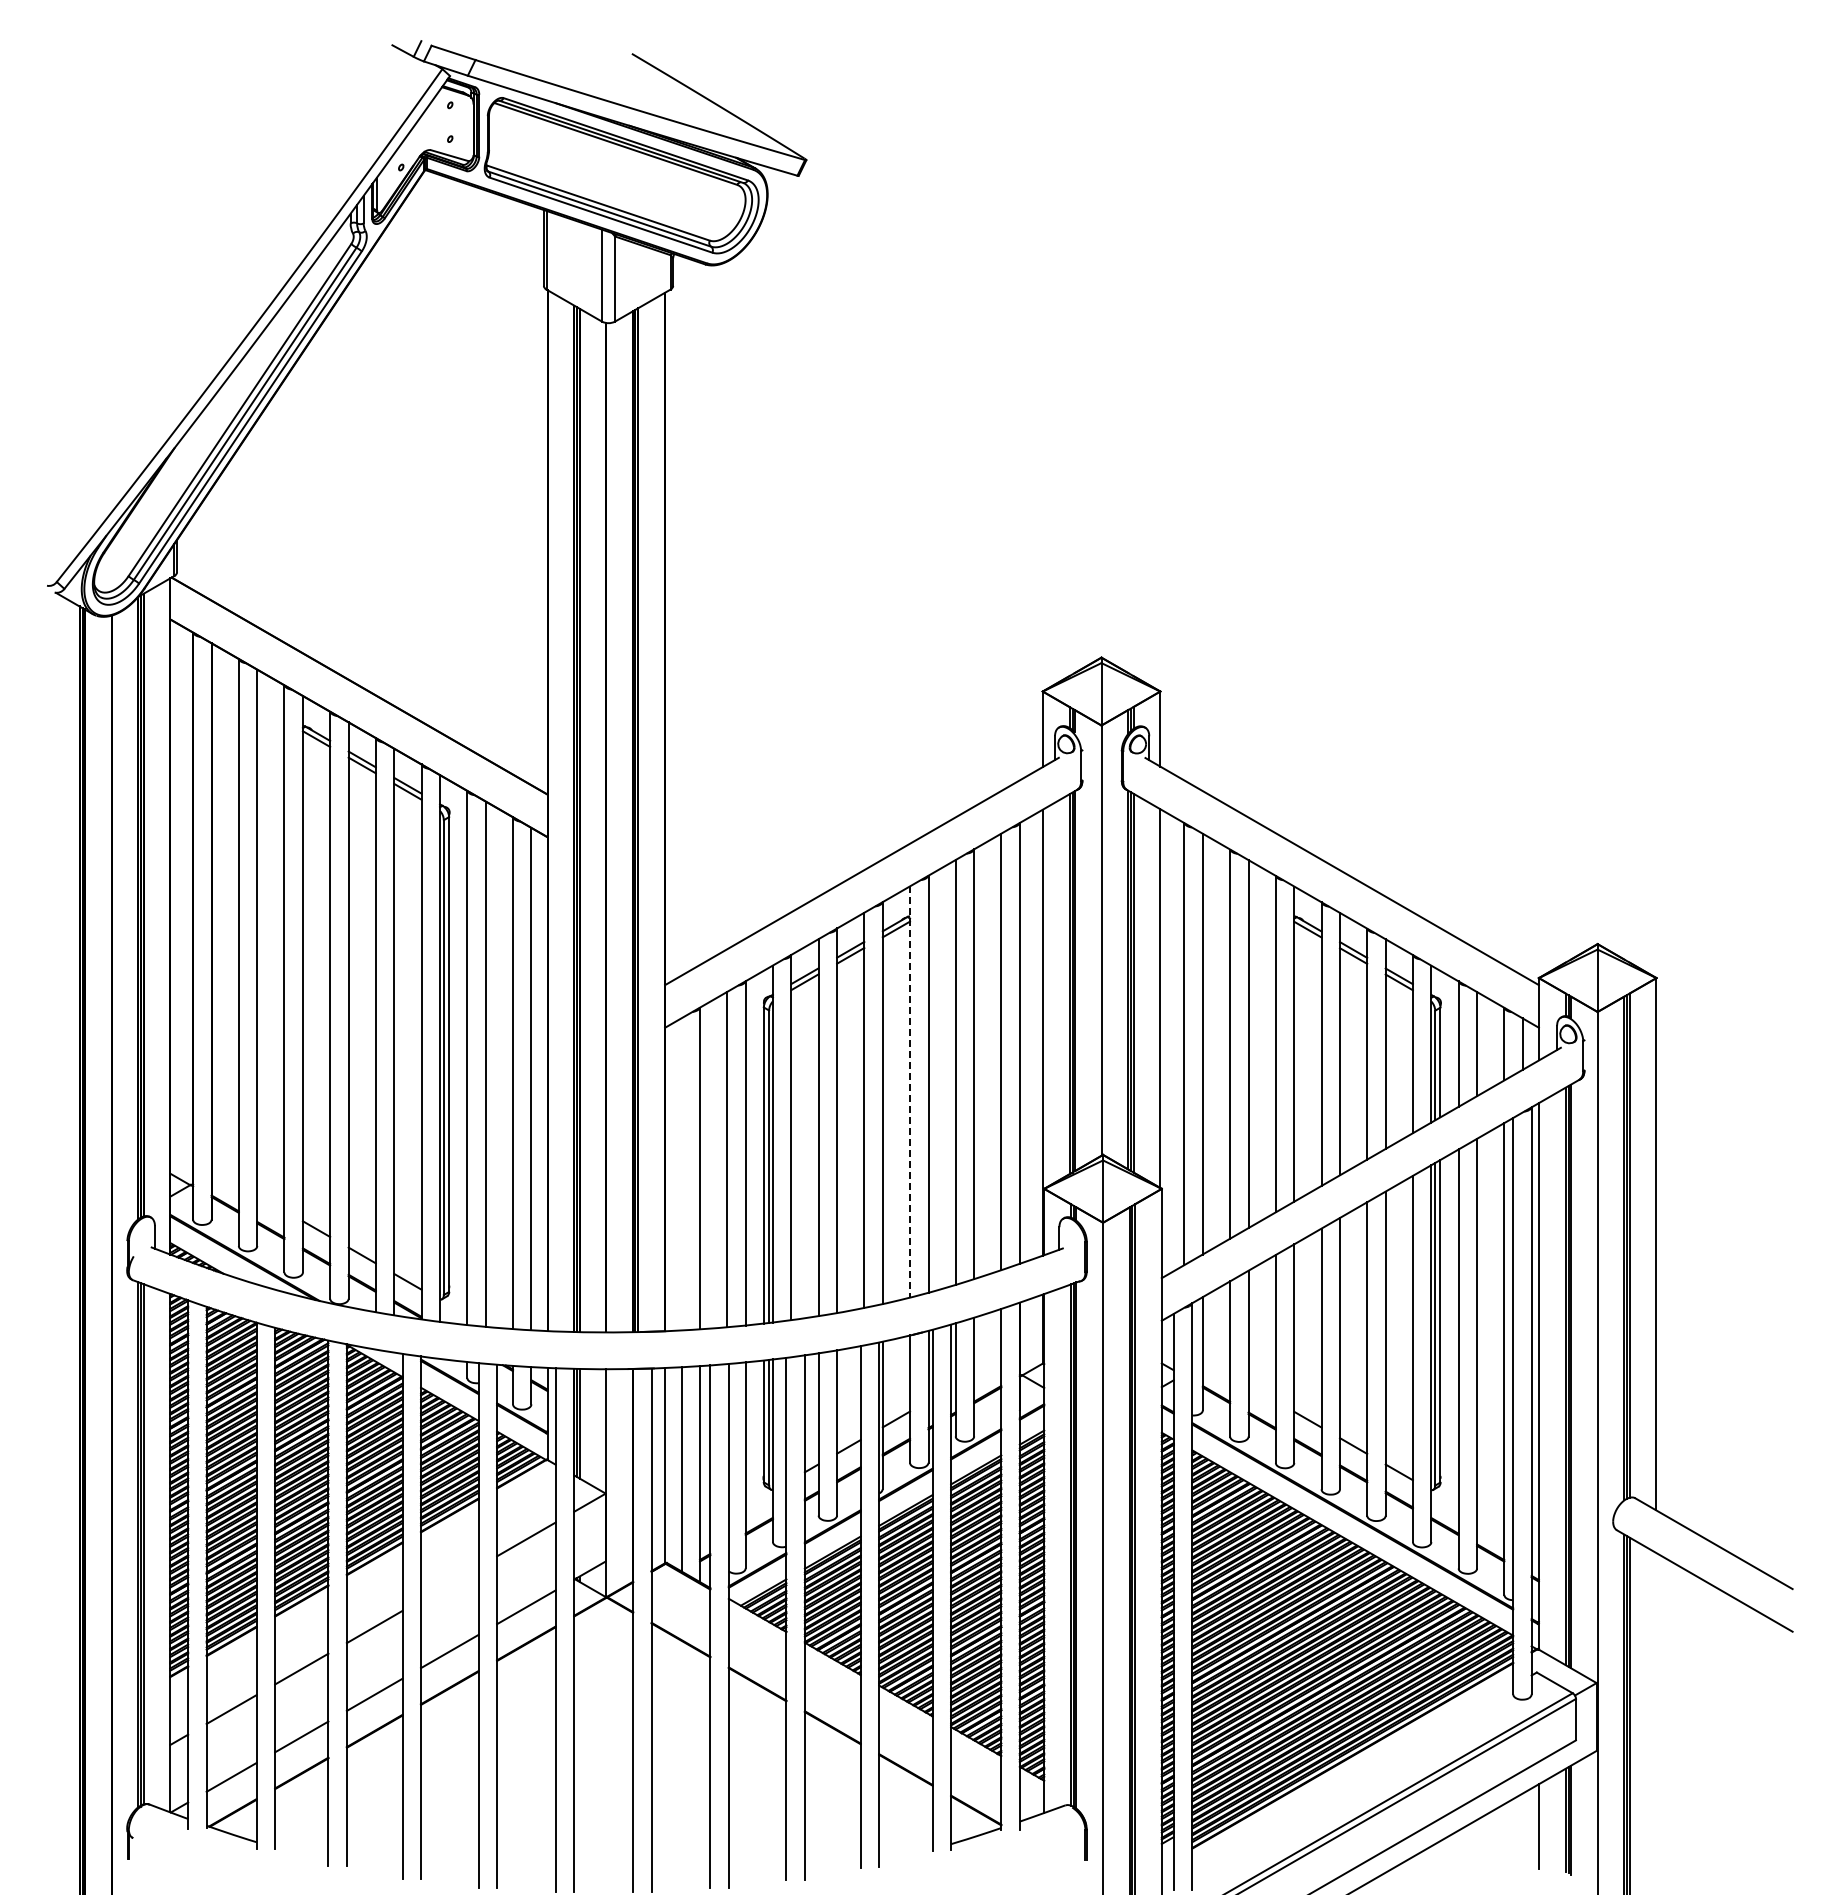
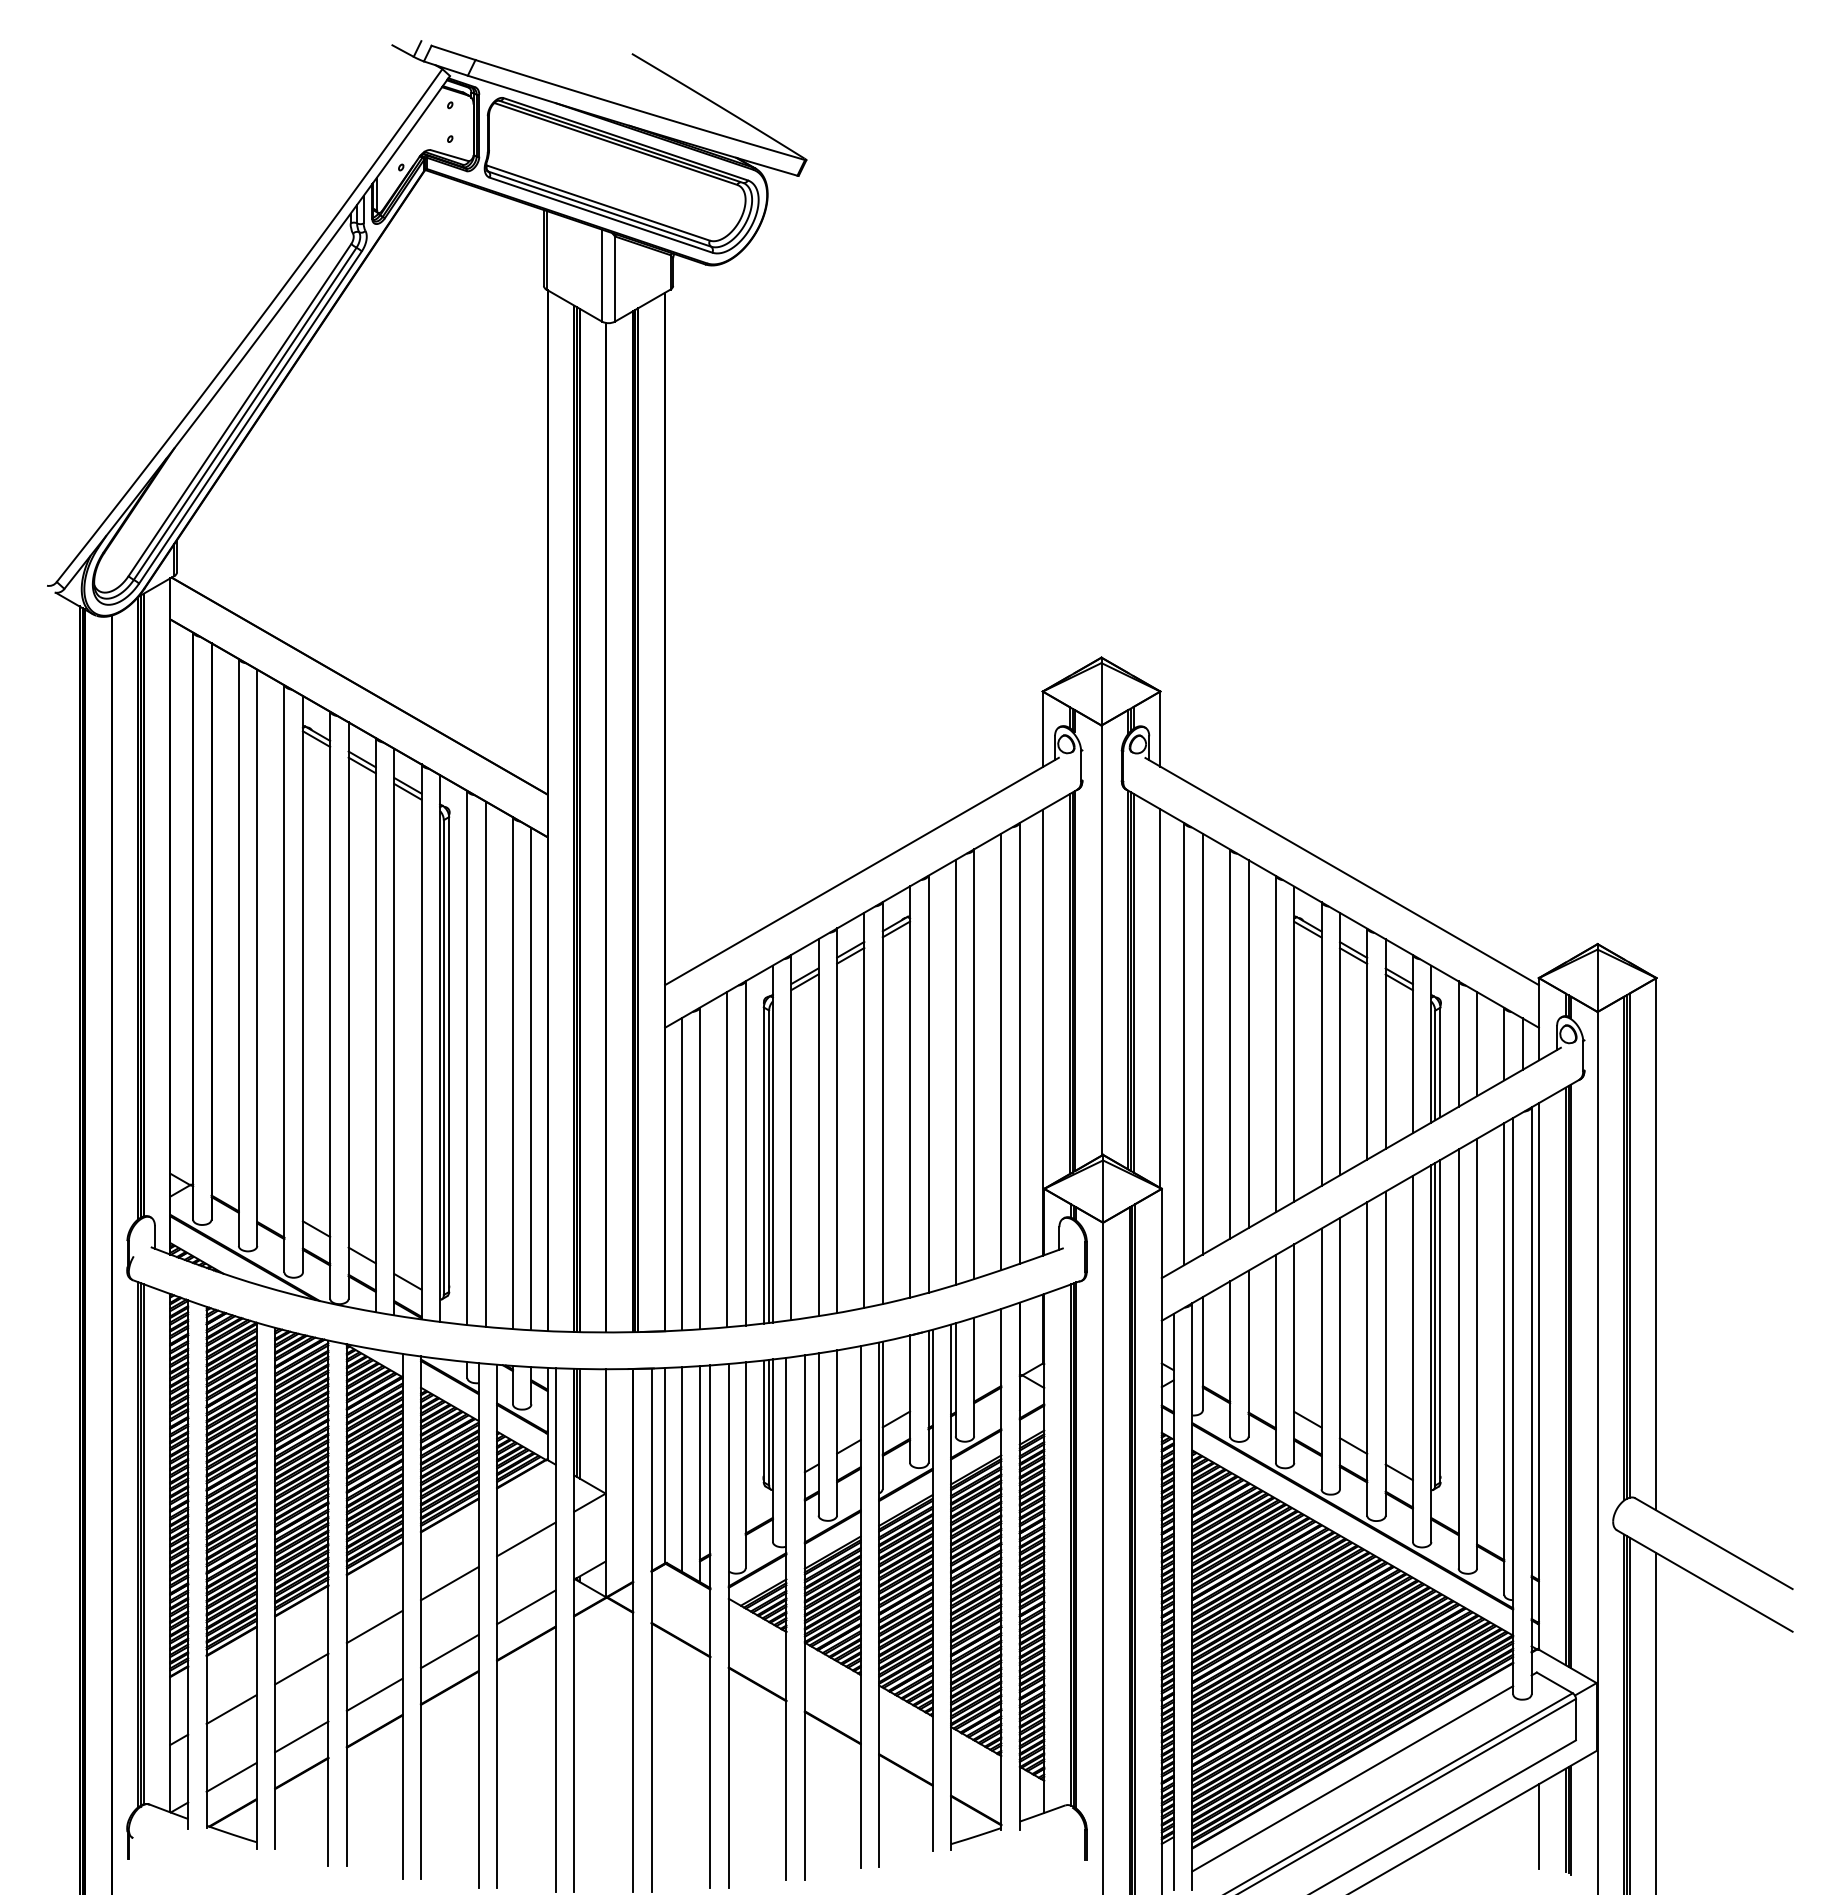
line at (910, 1091): dashed -> solid
line at (681, 1174): none -> present
line at (449, 1583): none -> present
line at (1656, 1722): none -> present
line at (1352, 1778): none -> present
